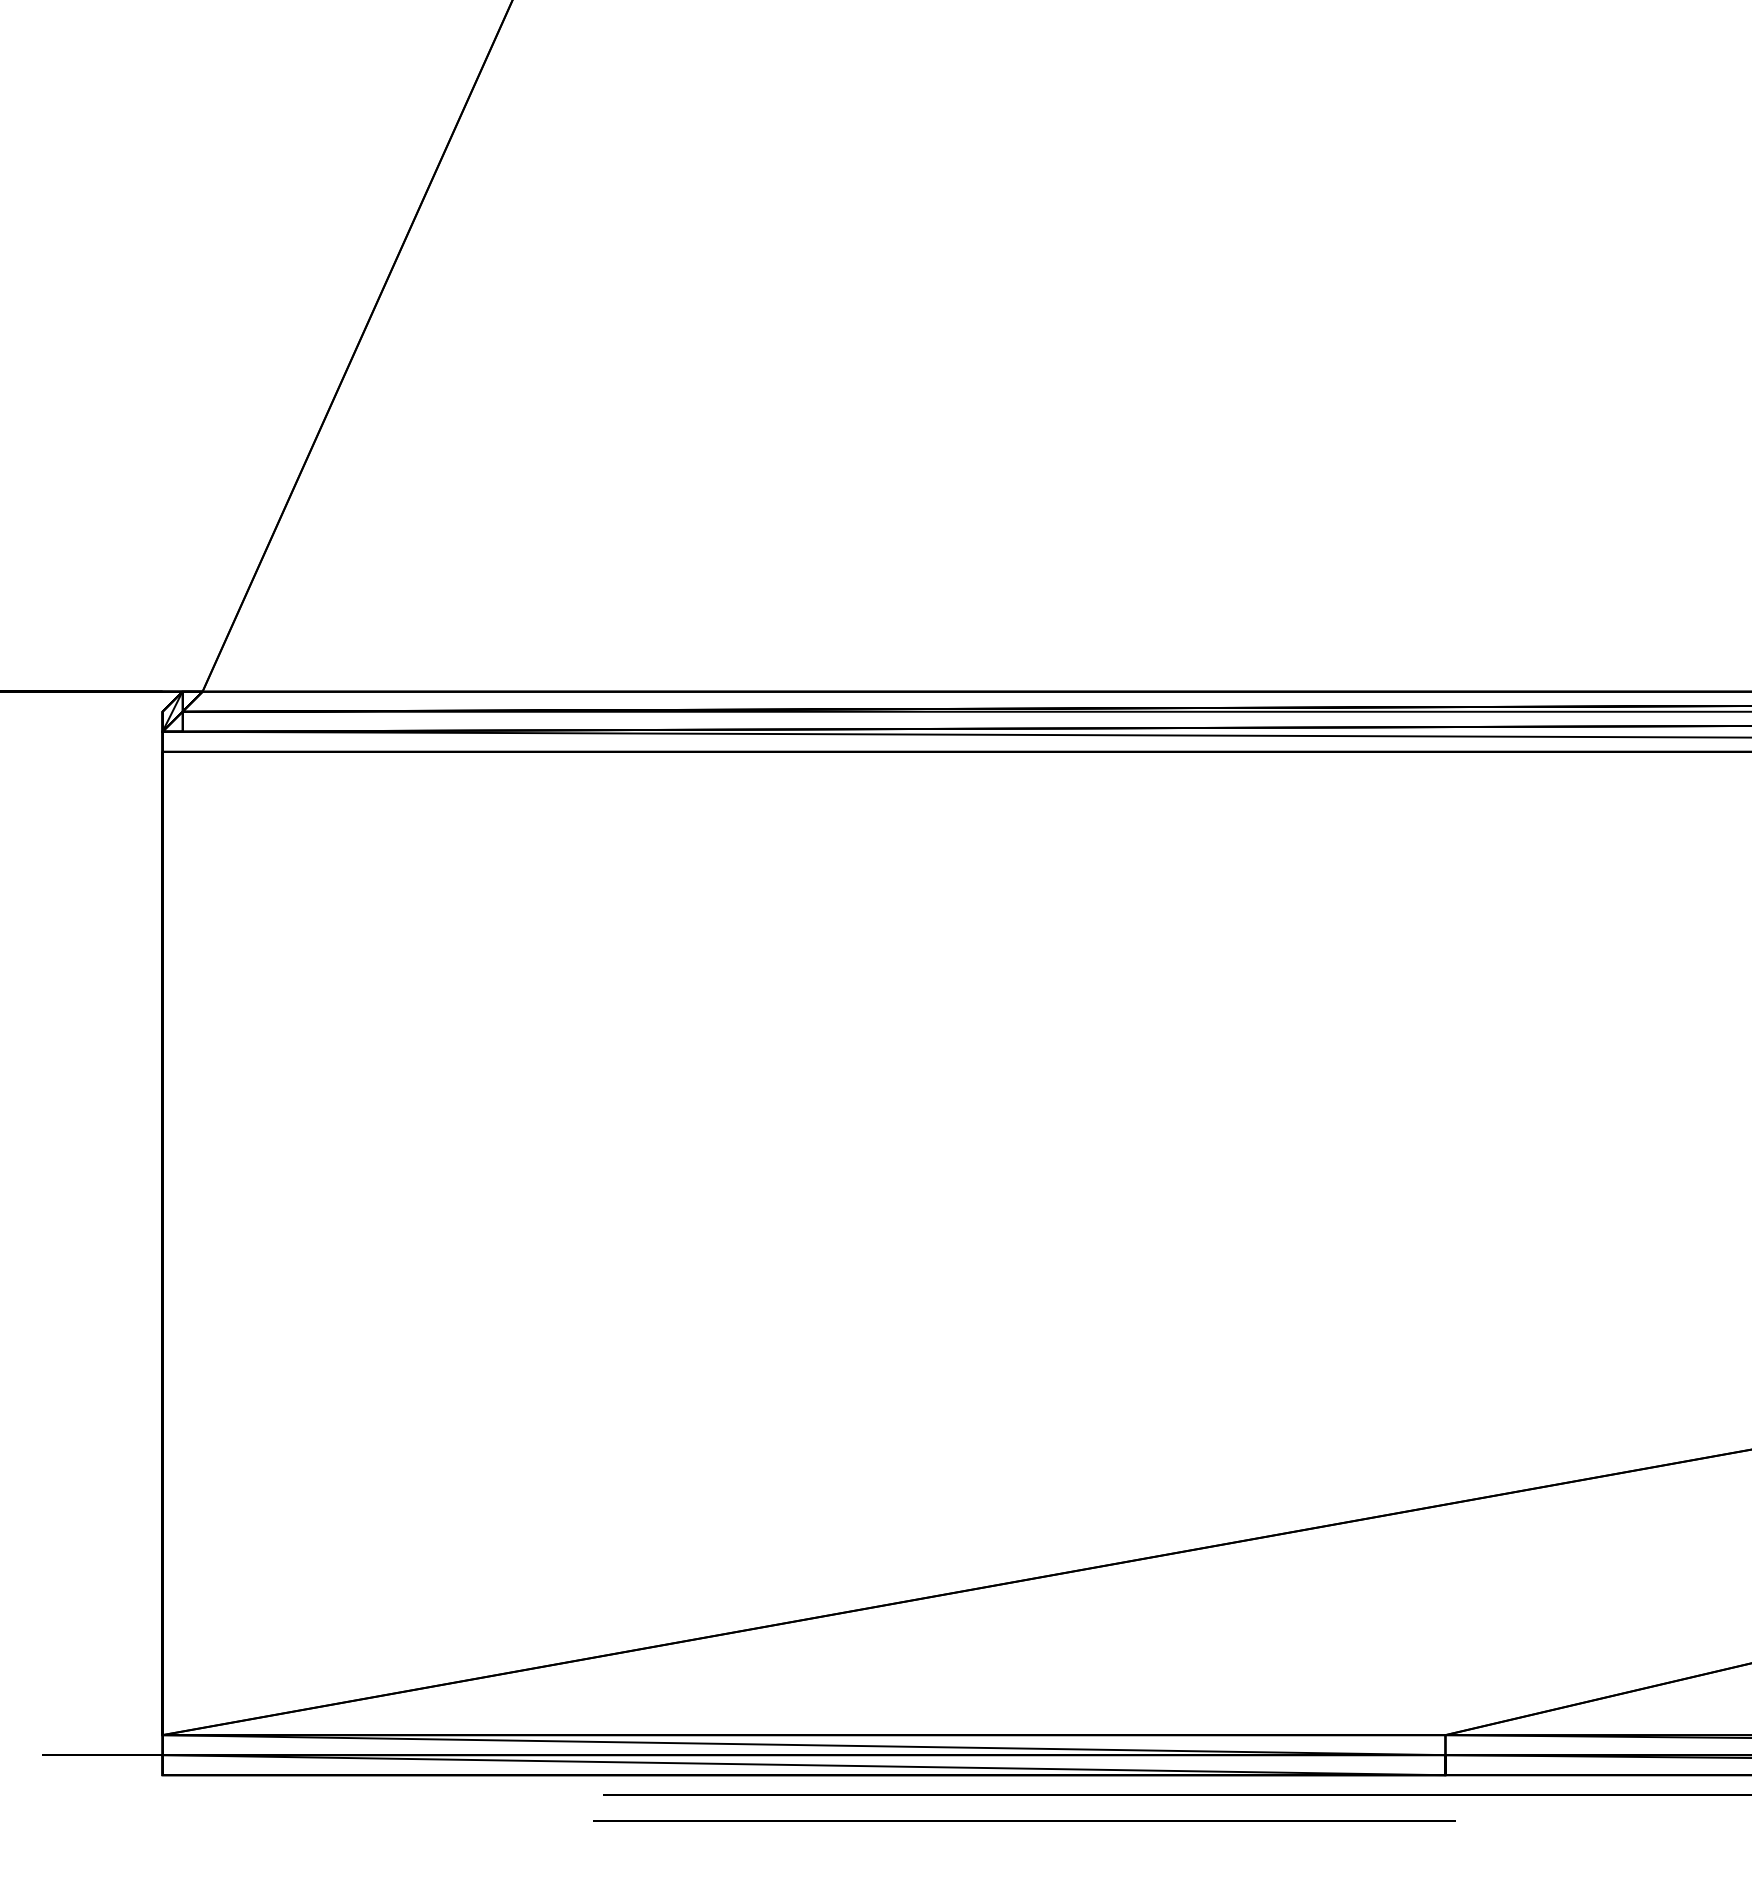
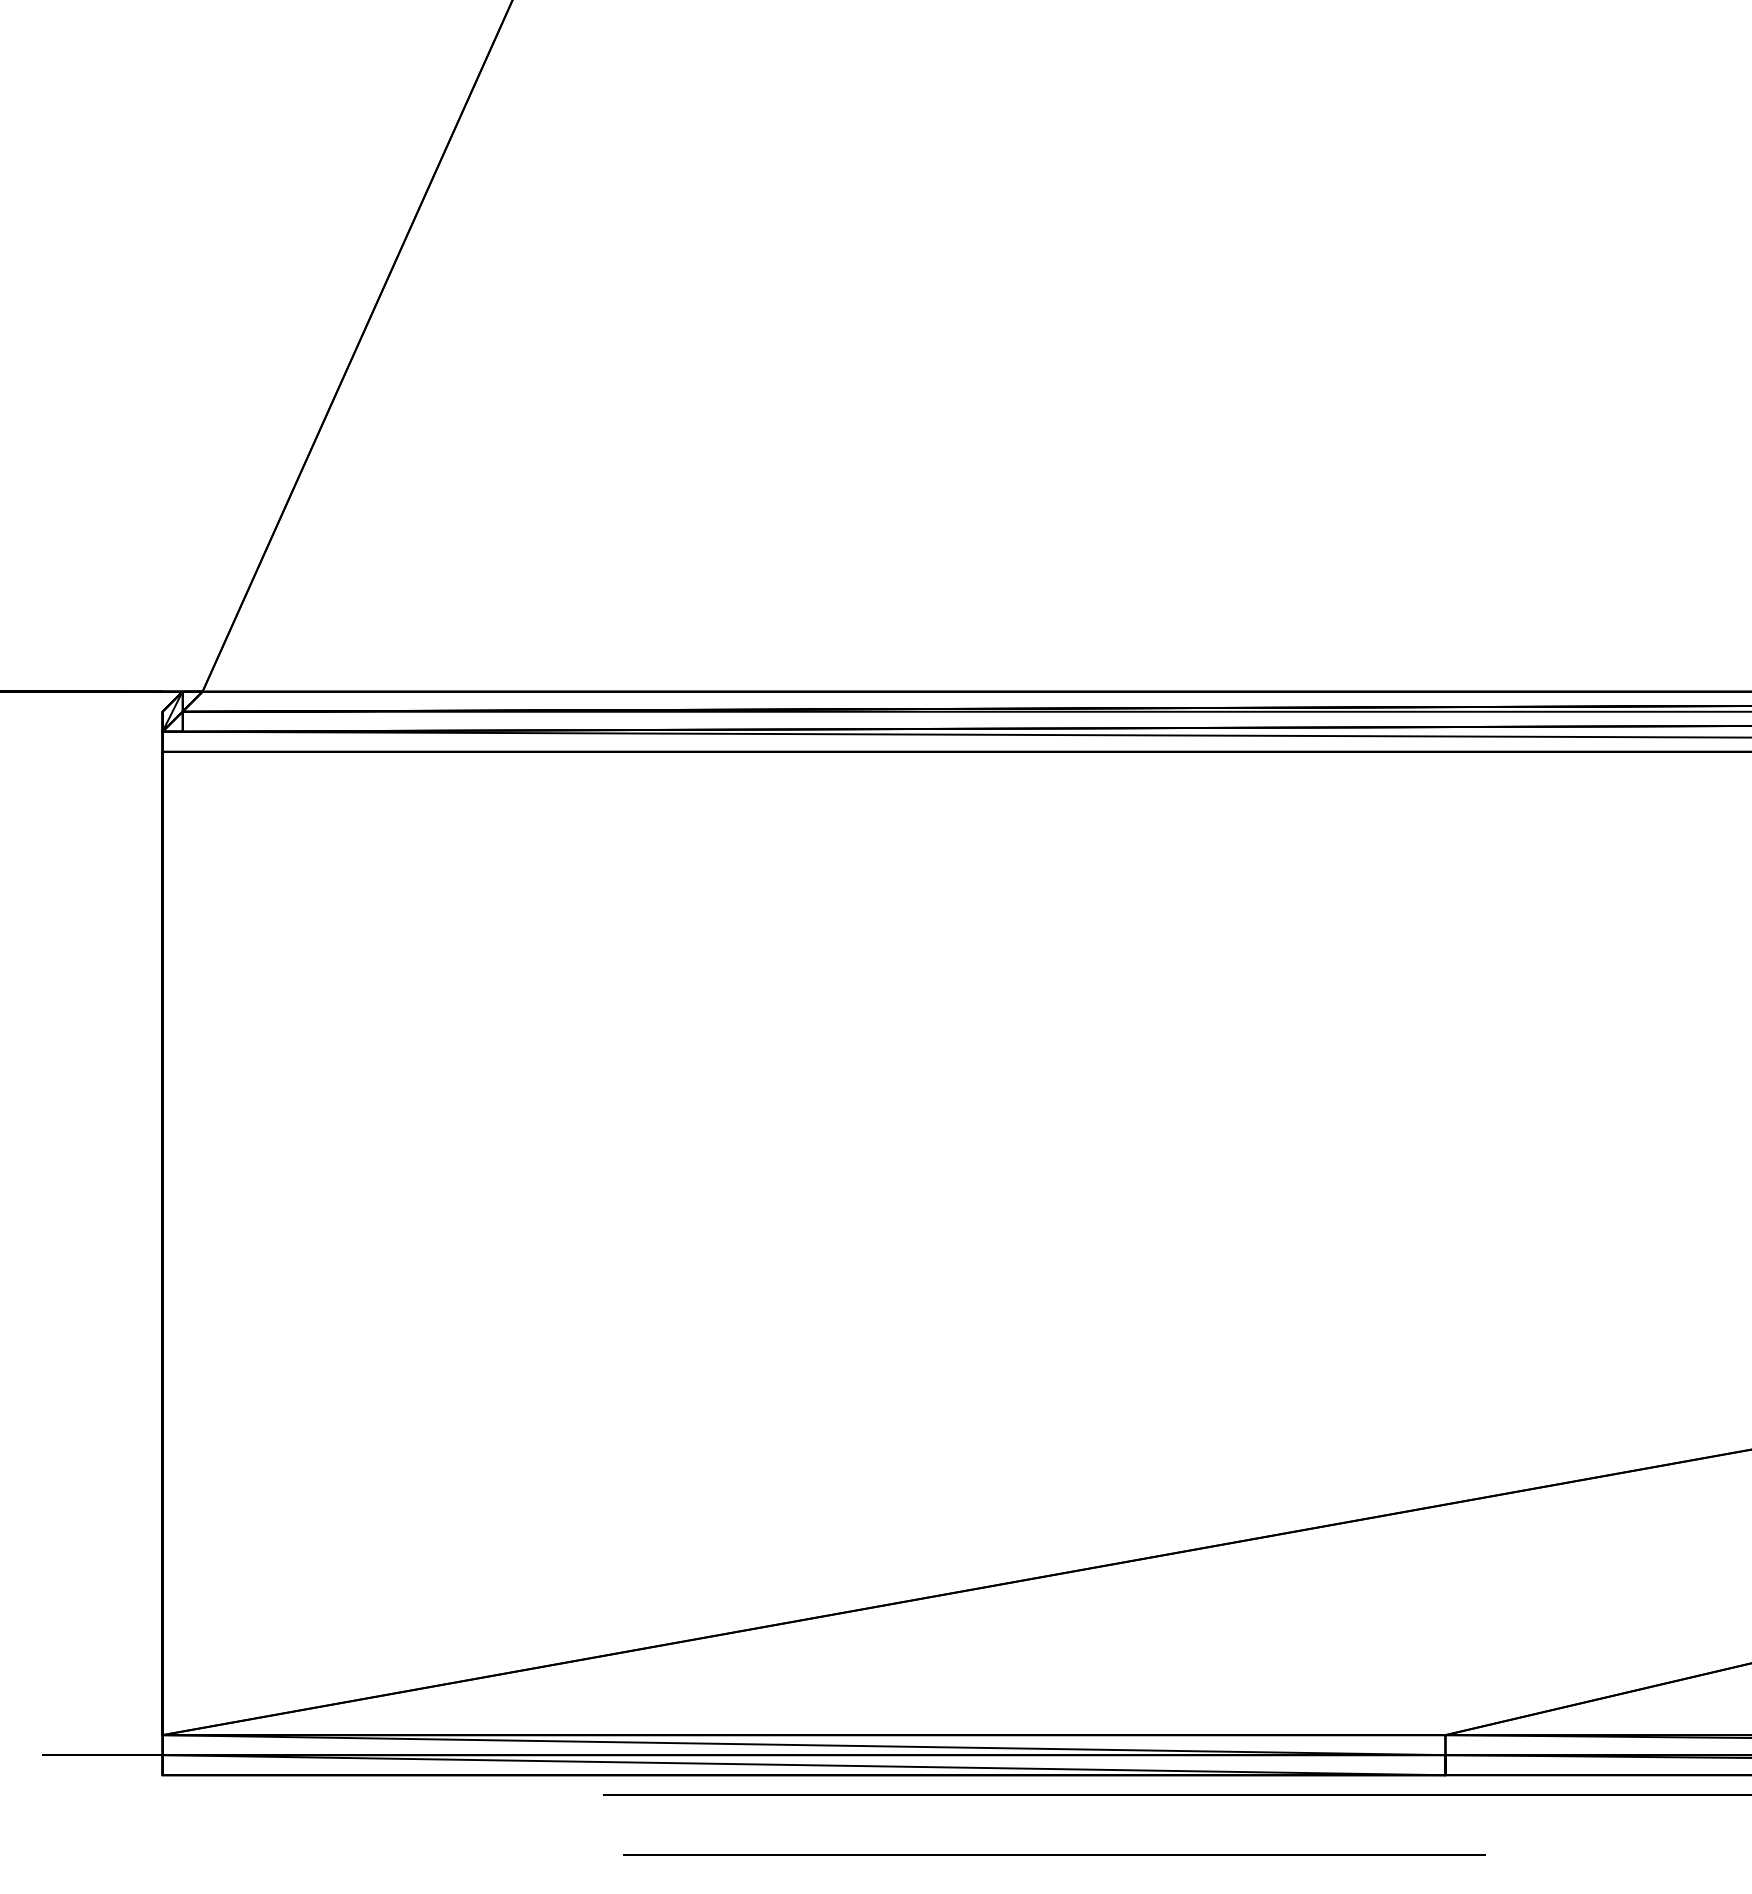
line at (1024, 1820) position: (1024, 1820) -> (1054, 1854)
